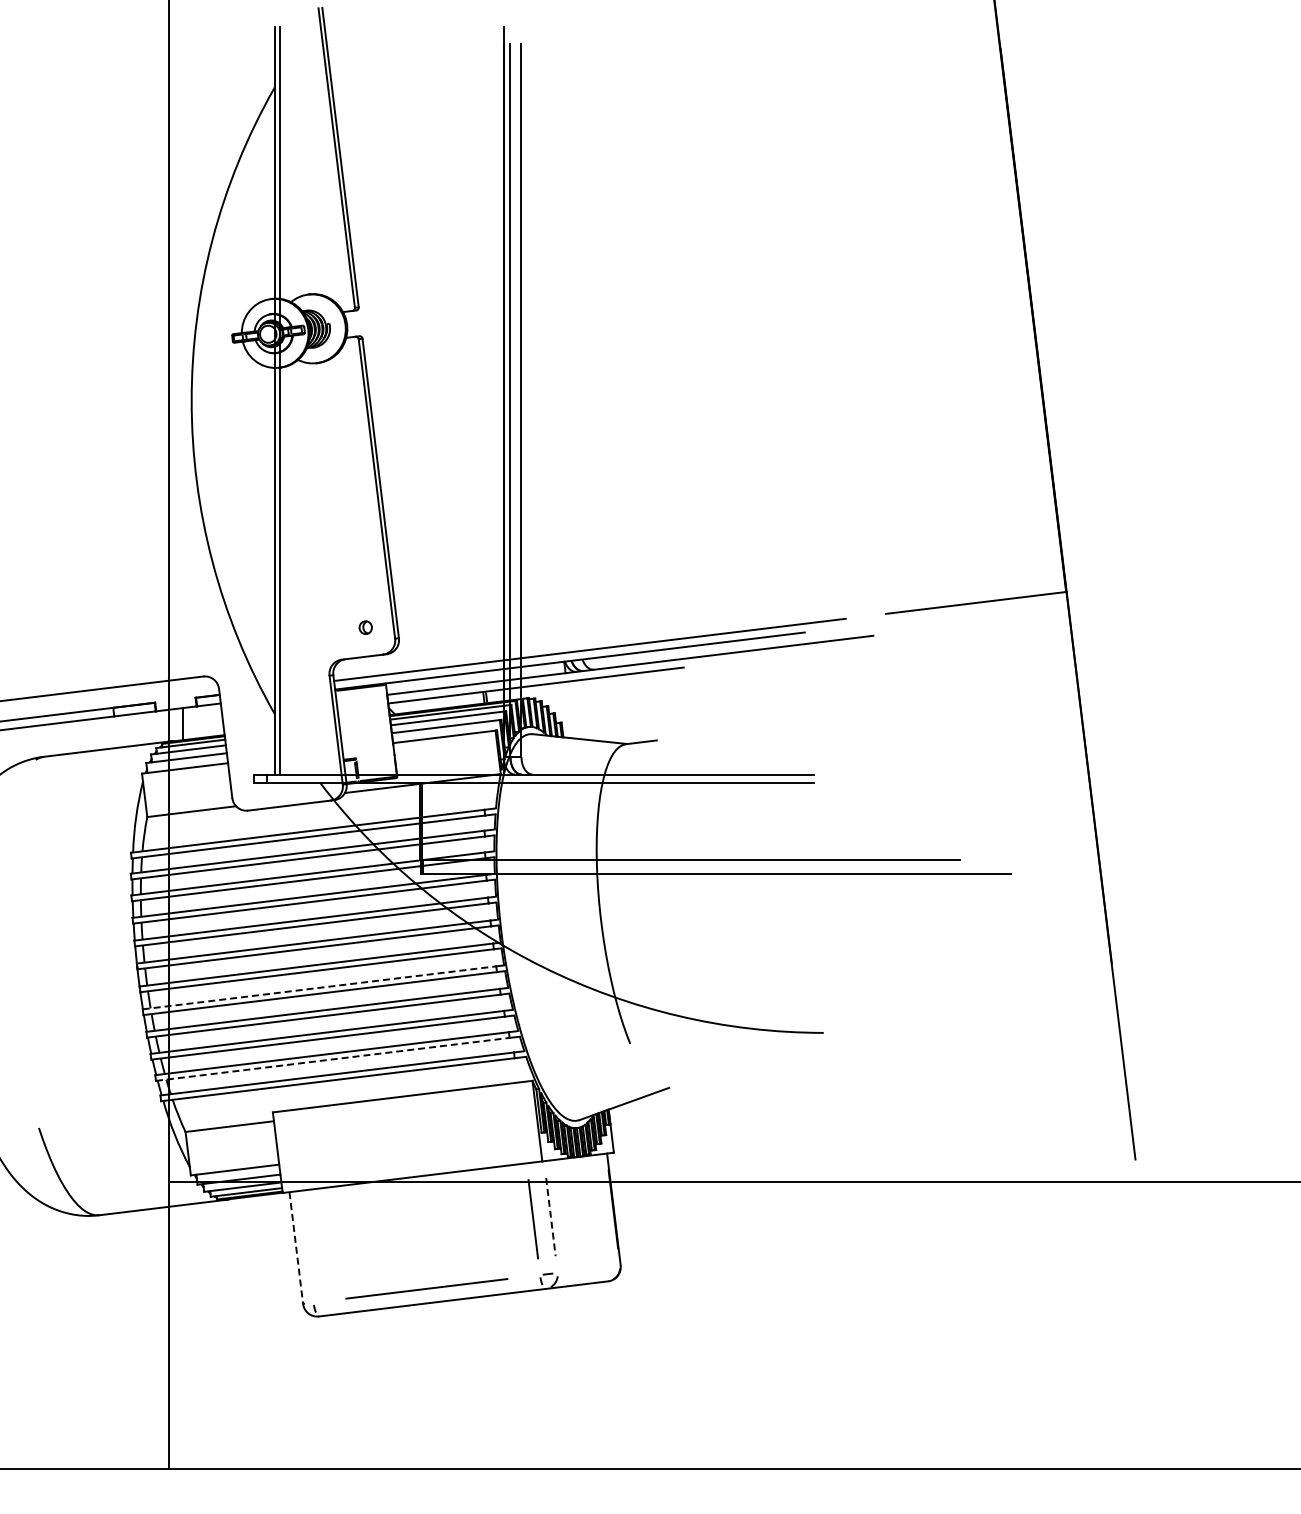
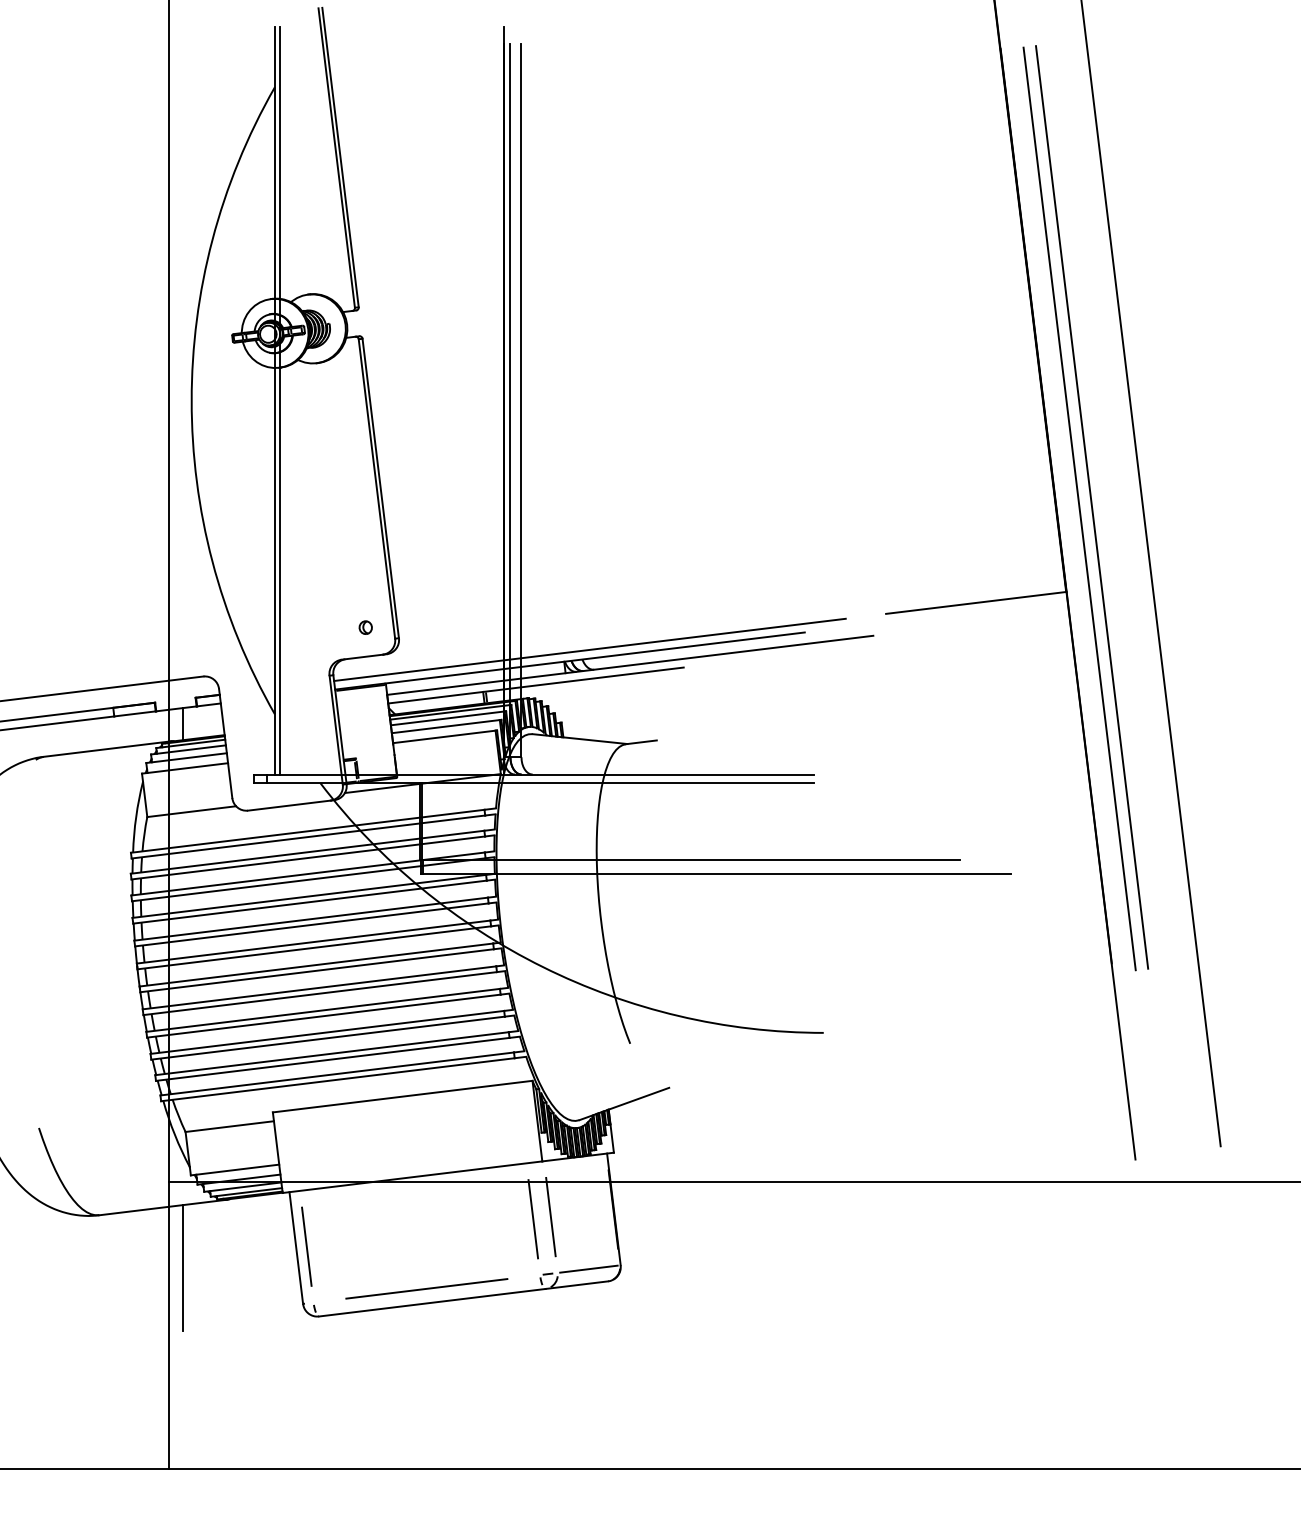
line at (1092, 507): none -> present
line at (1079, 508): none -> present
line at (1150, 574): none -> present
line at (320, 987): dashed -> solid
line at (333, 1059): dashed -> solid
line at (550, 1217): dashed -> solid
line at (306, 1246): none -> present
line at (296, 1248): dashed -> solid
line at (182, 1268): none -> present
line at (588, 1268): none -> present
